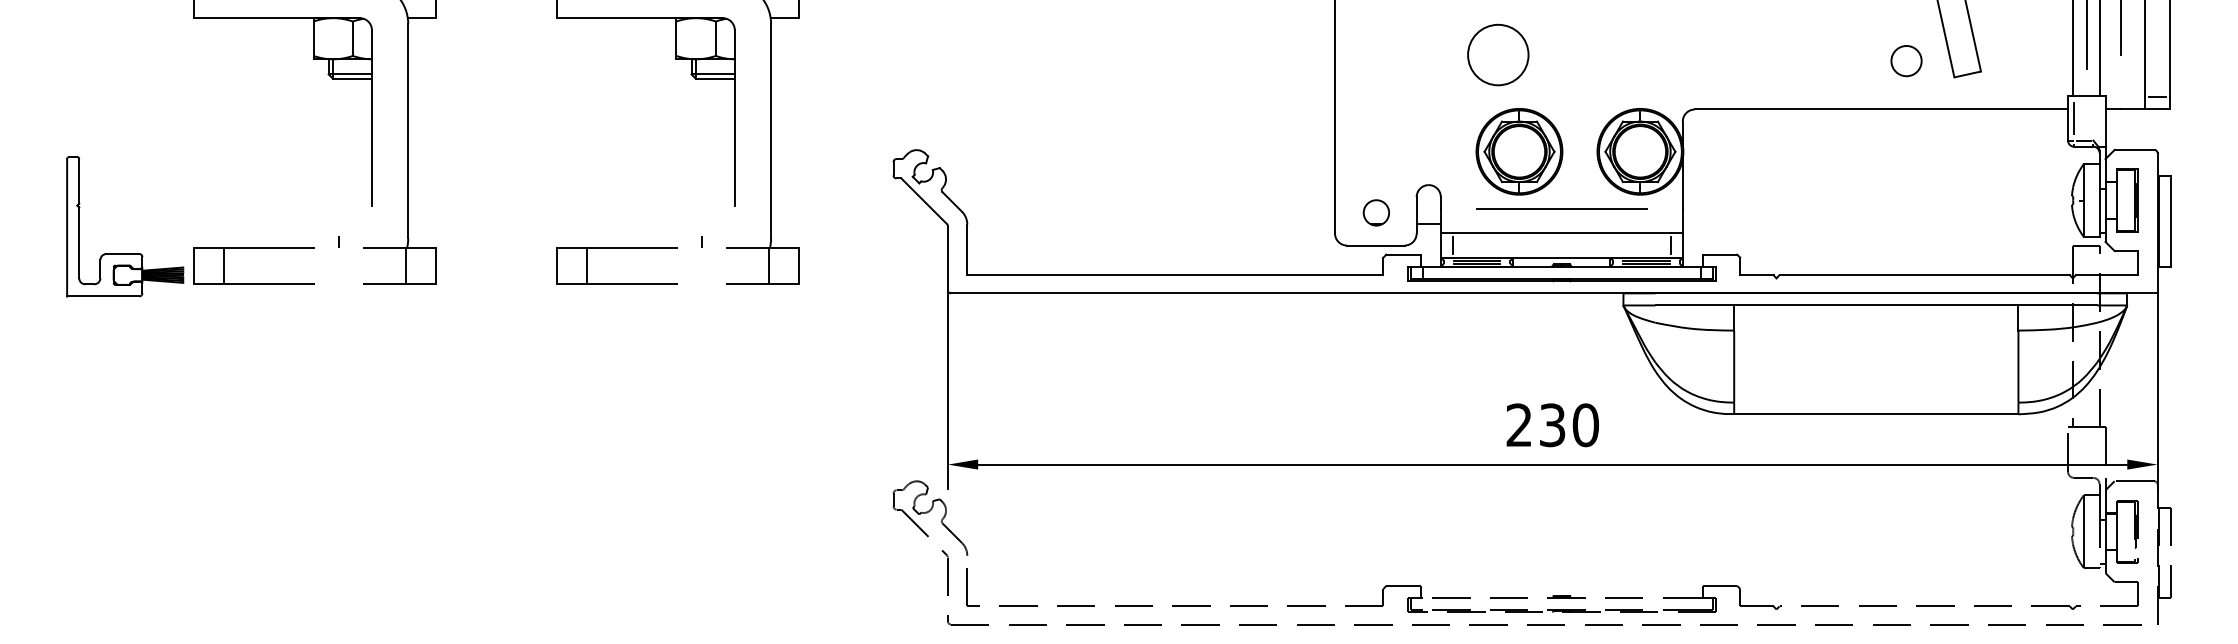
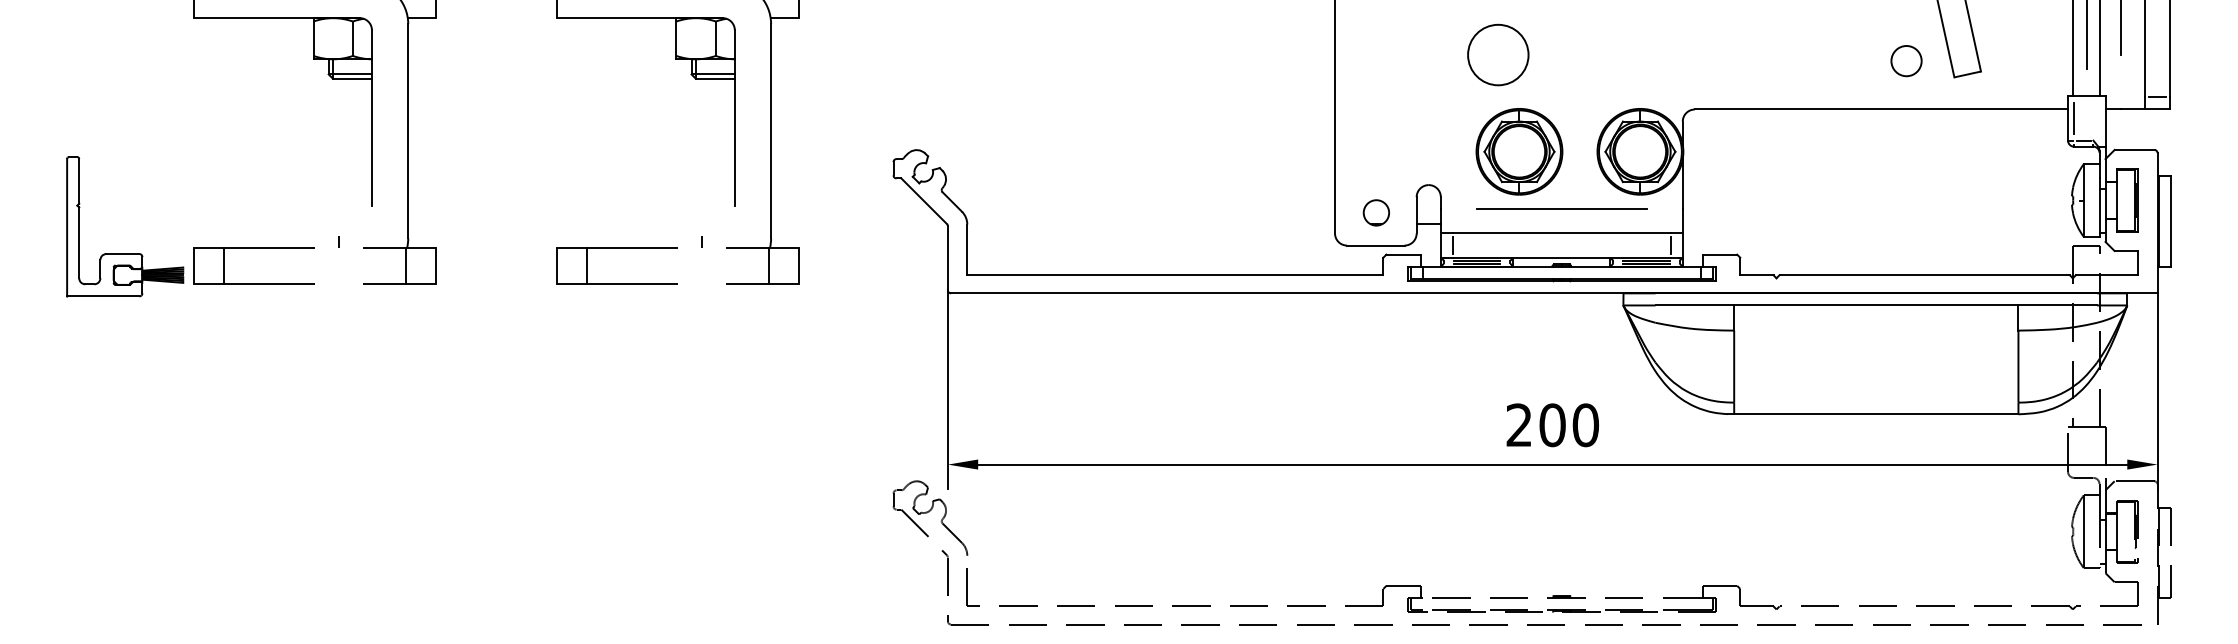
text at (1552, 425): 230 -> 200
